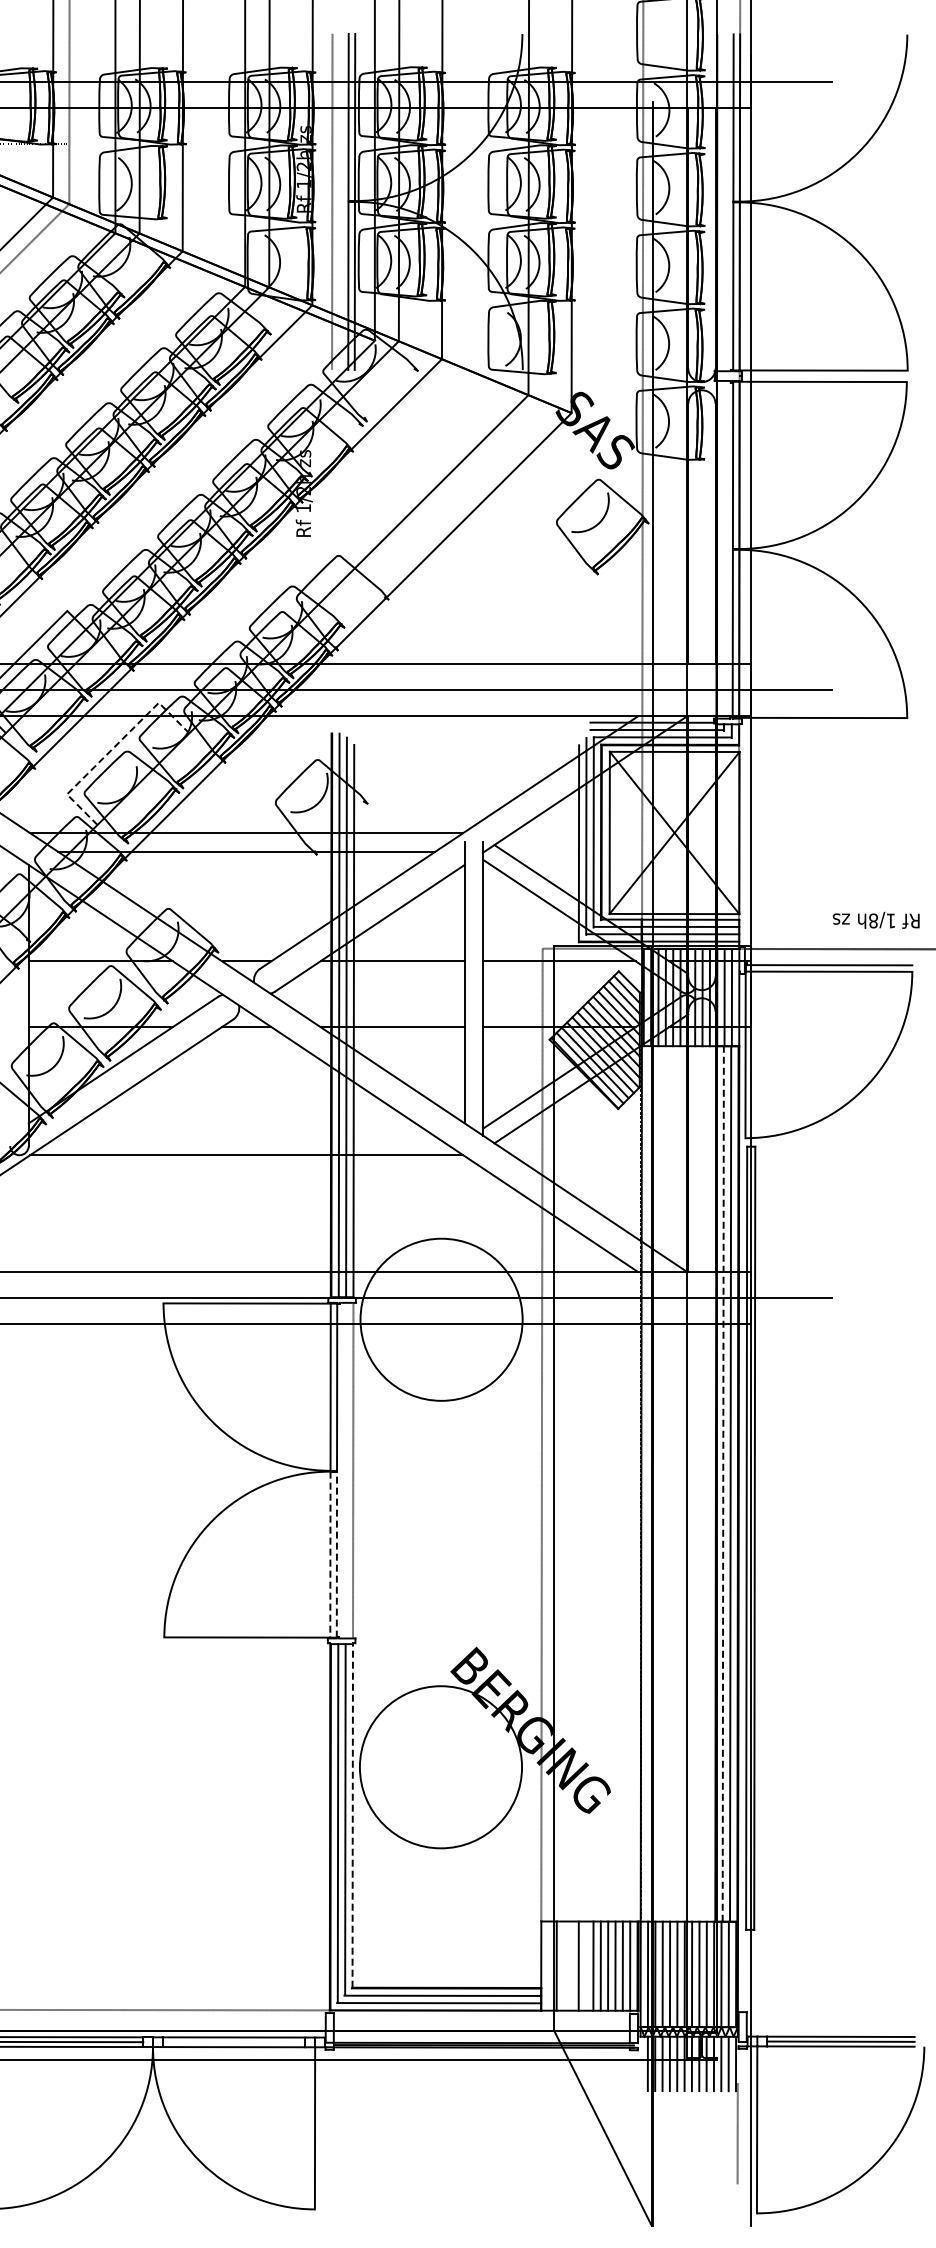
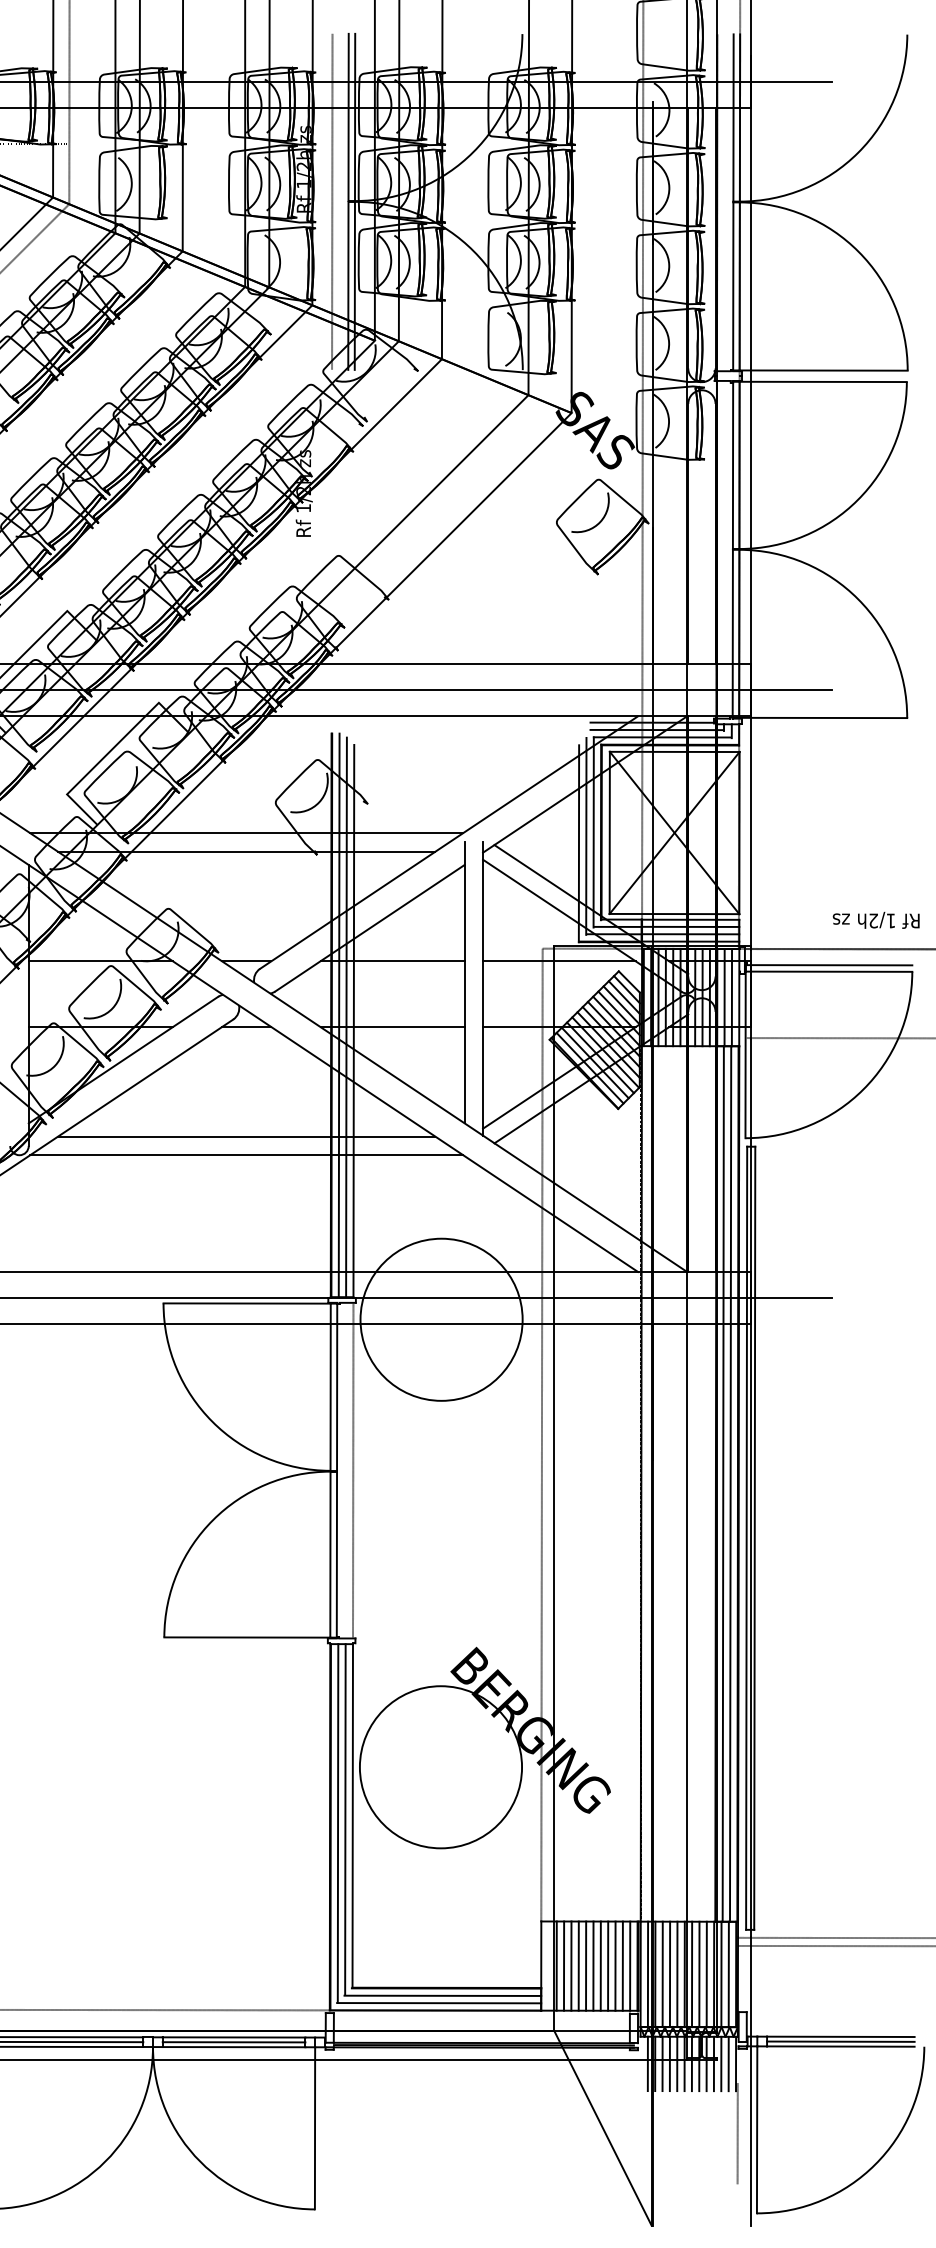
line at (113, 748): dashed -> solid
text at (873, 920): 1/8h -> 1/2h
line at (839, 1038): none -> present
line at (246, 1136): none -> present
line at (723, 1484): dashed -> solid
line at (330, 1554): dashed -> solid
line at (336, 1554): dashed -> solid
line at (352, 1815): dashed -> solid
line at (834, 1937): none -> present
line at (834, 1945): none -> present
line at (564, 1965): none -> present
line at (571, 1965): none -> present
line at (586, 1965): none -> present
line at (233, 2042): none -> present
